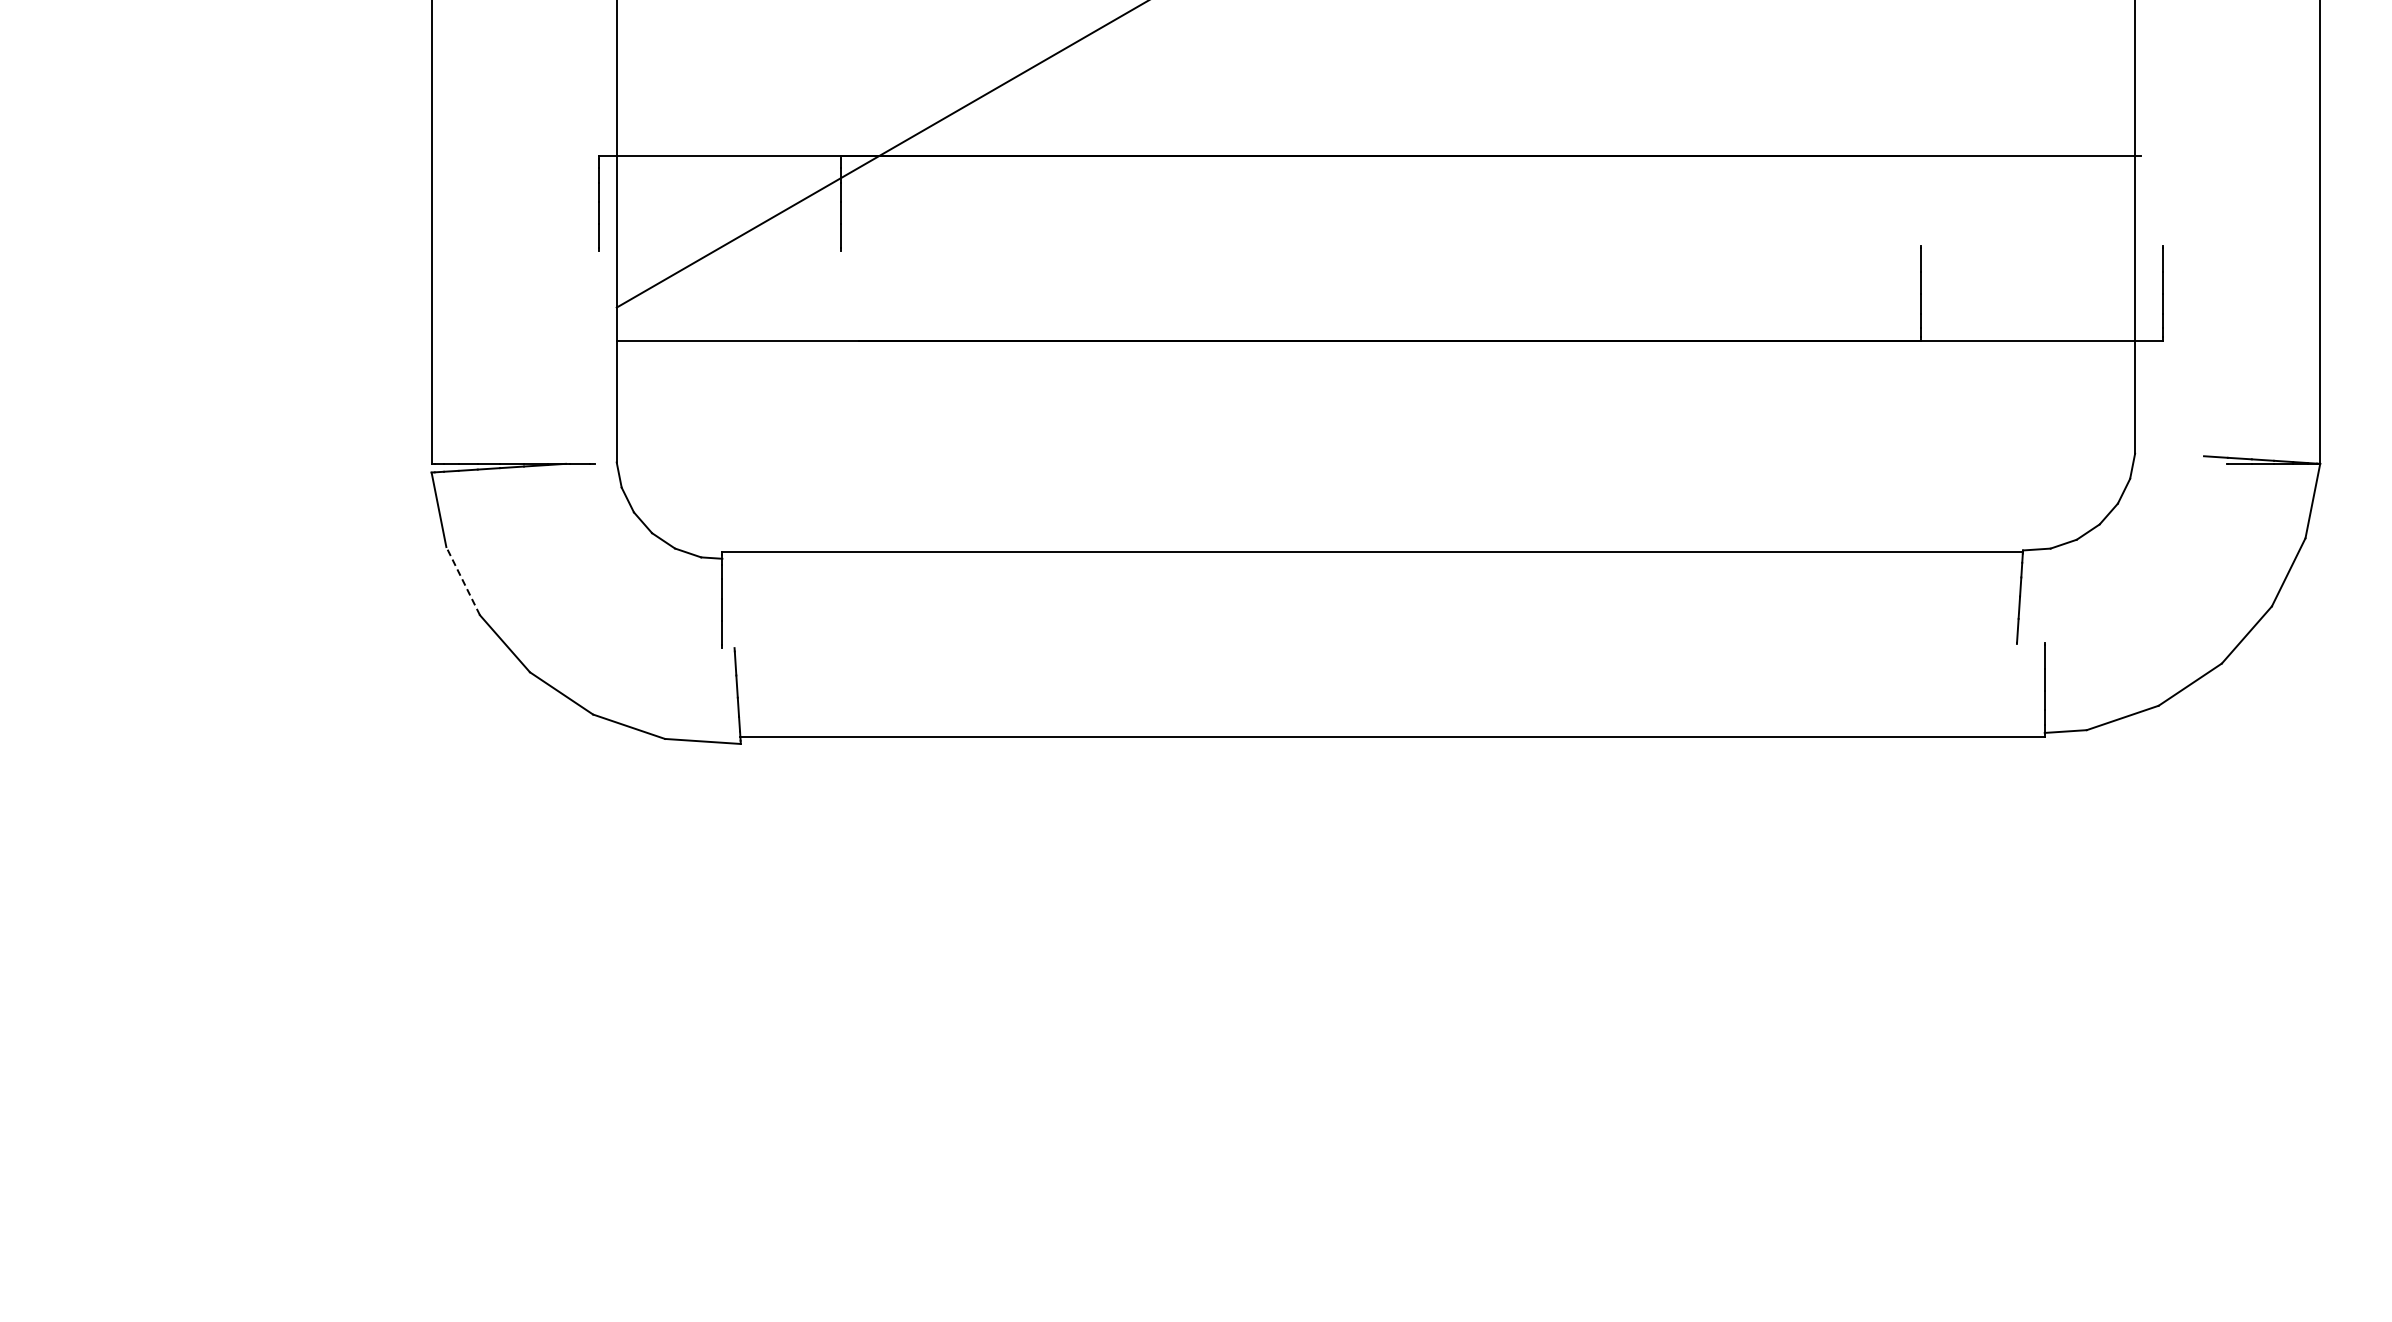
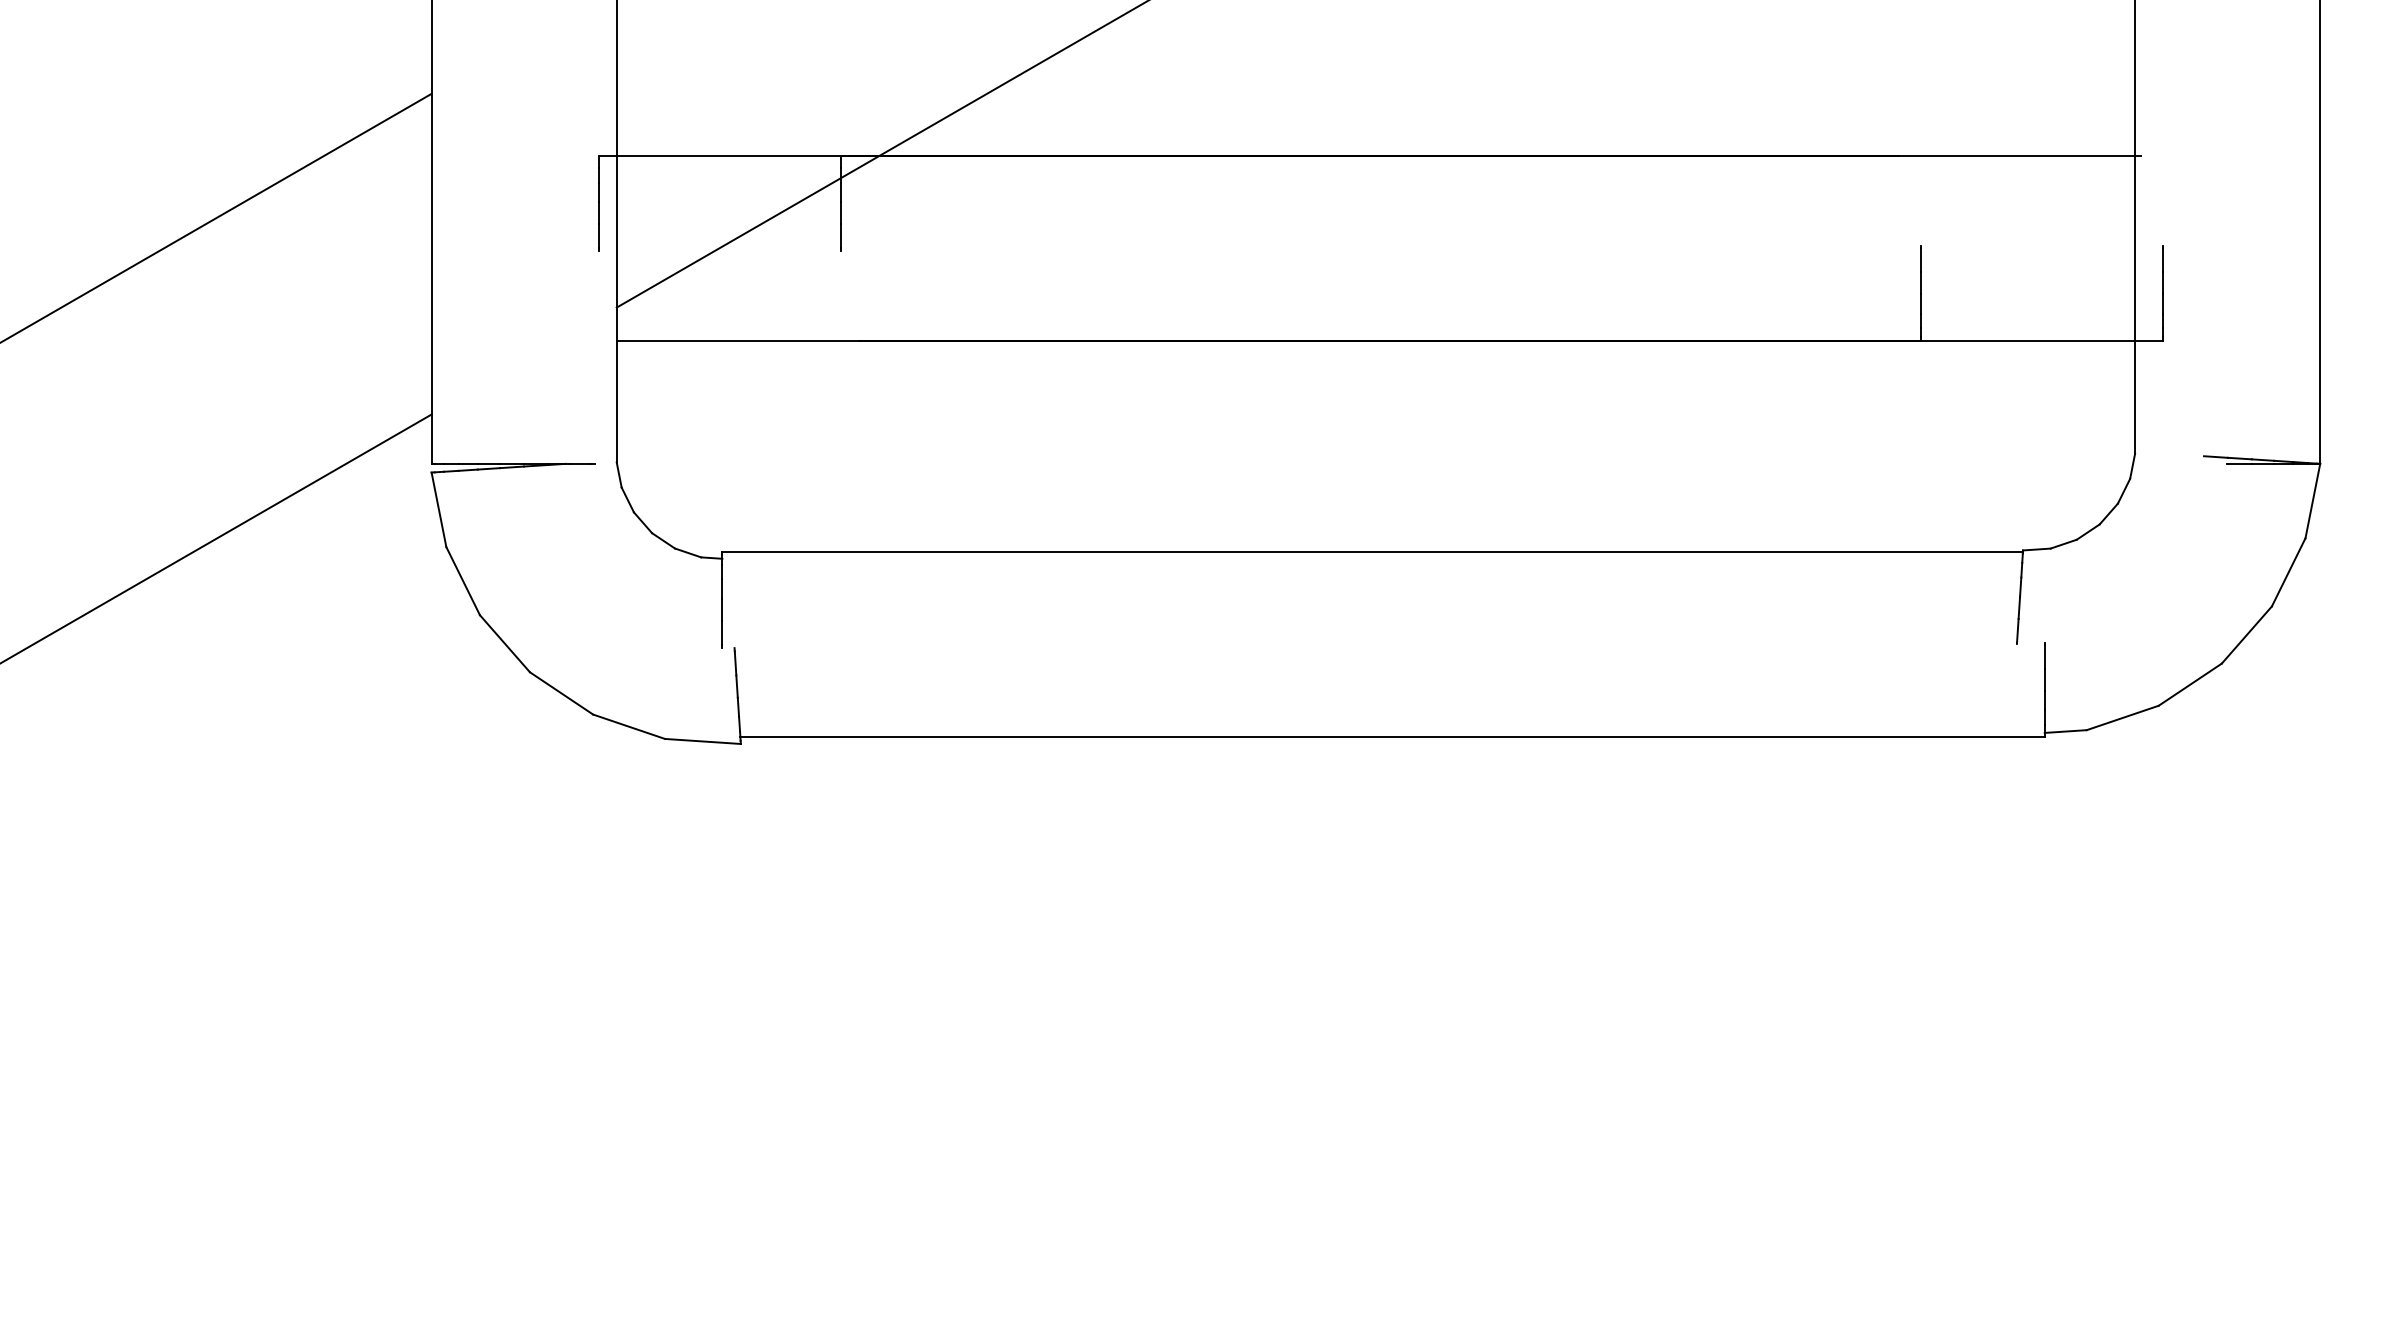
line at (216, 217): none -> present
line at (216, 538): none -> present
line at (463, 581): dashed -> solid
